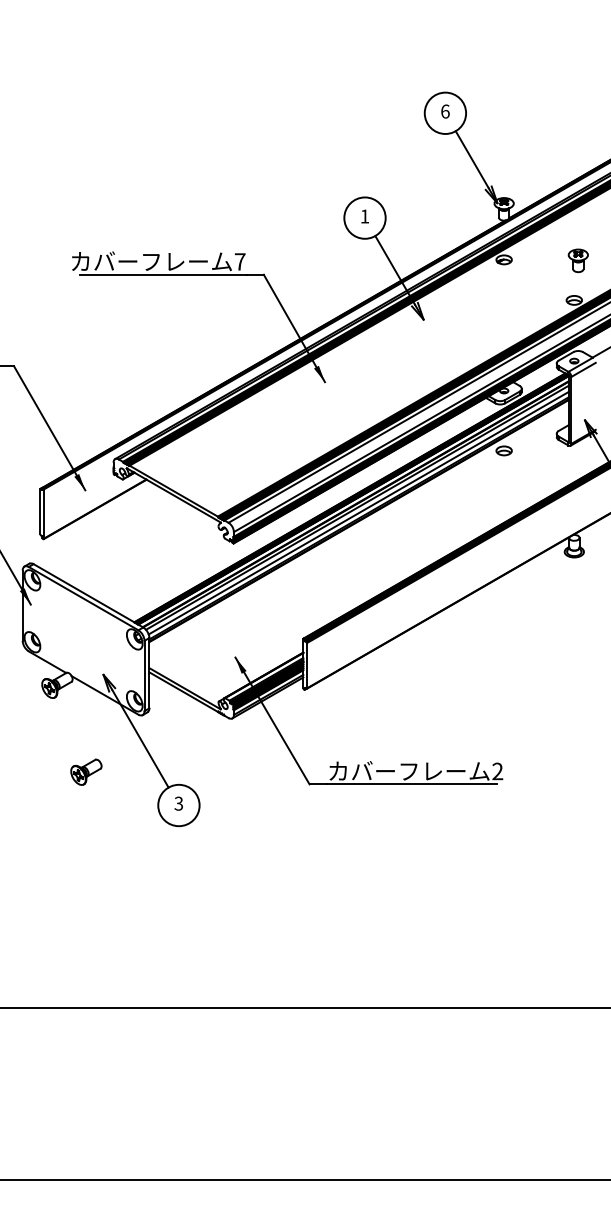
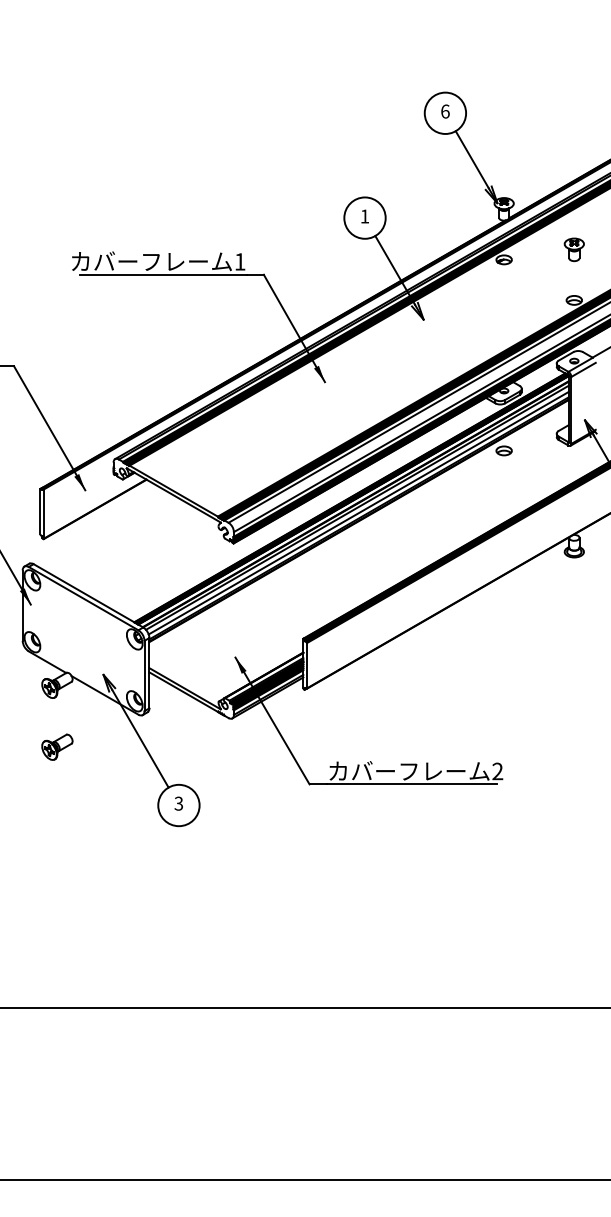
part at (577, 260) position: (577, 260) -> (573, 249)
text at (239, 261): 7 -> 1
part at (86, 771) position: (86, 771) -> (57, 746)
